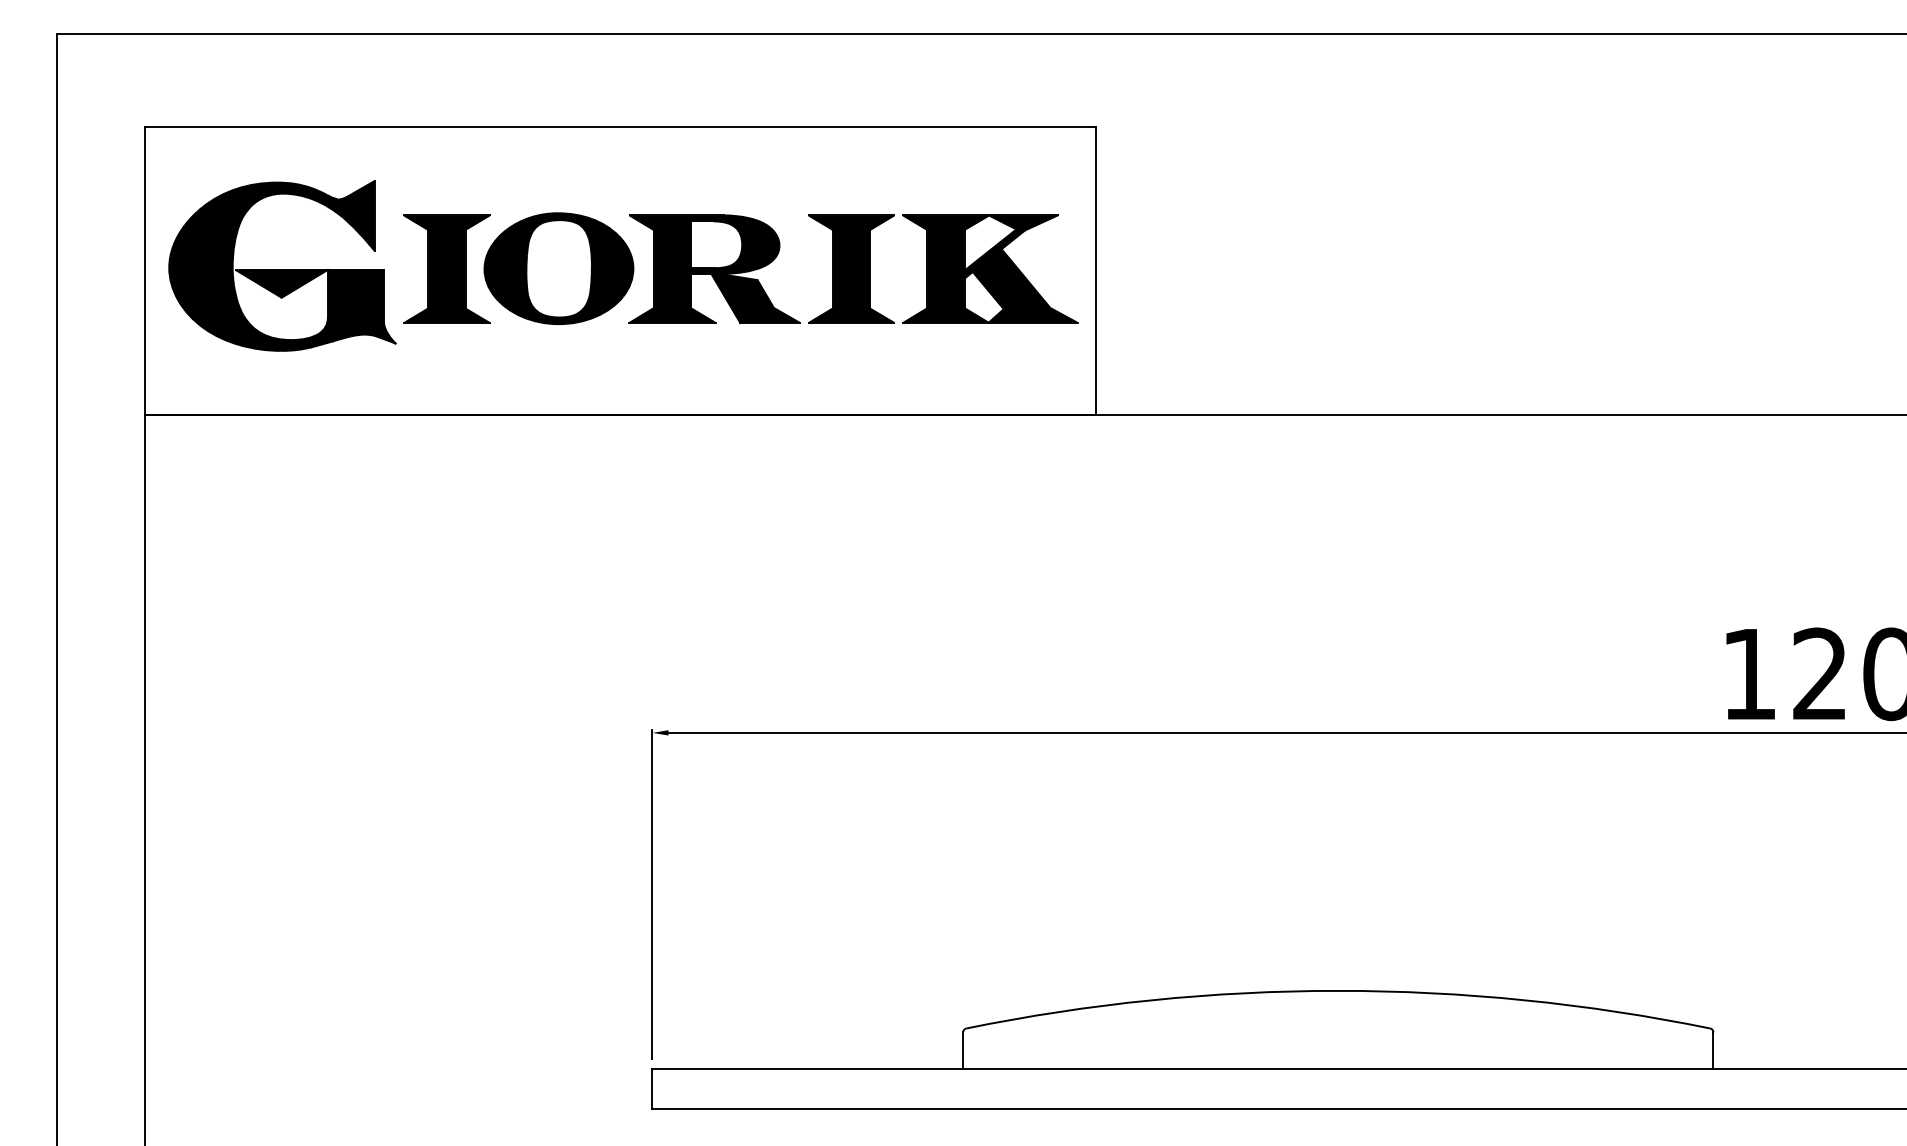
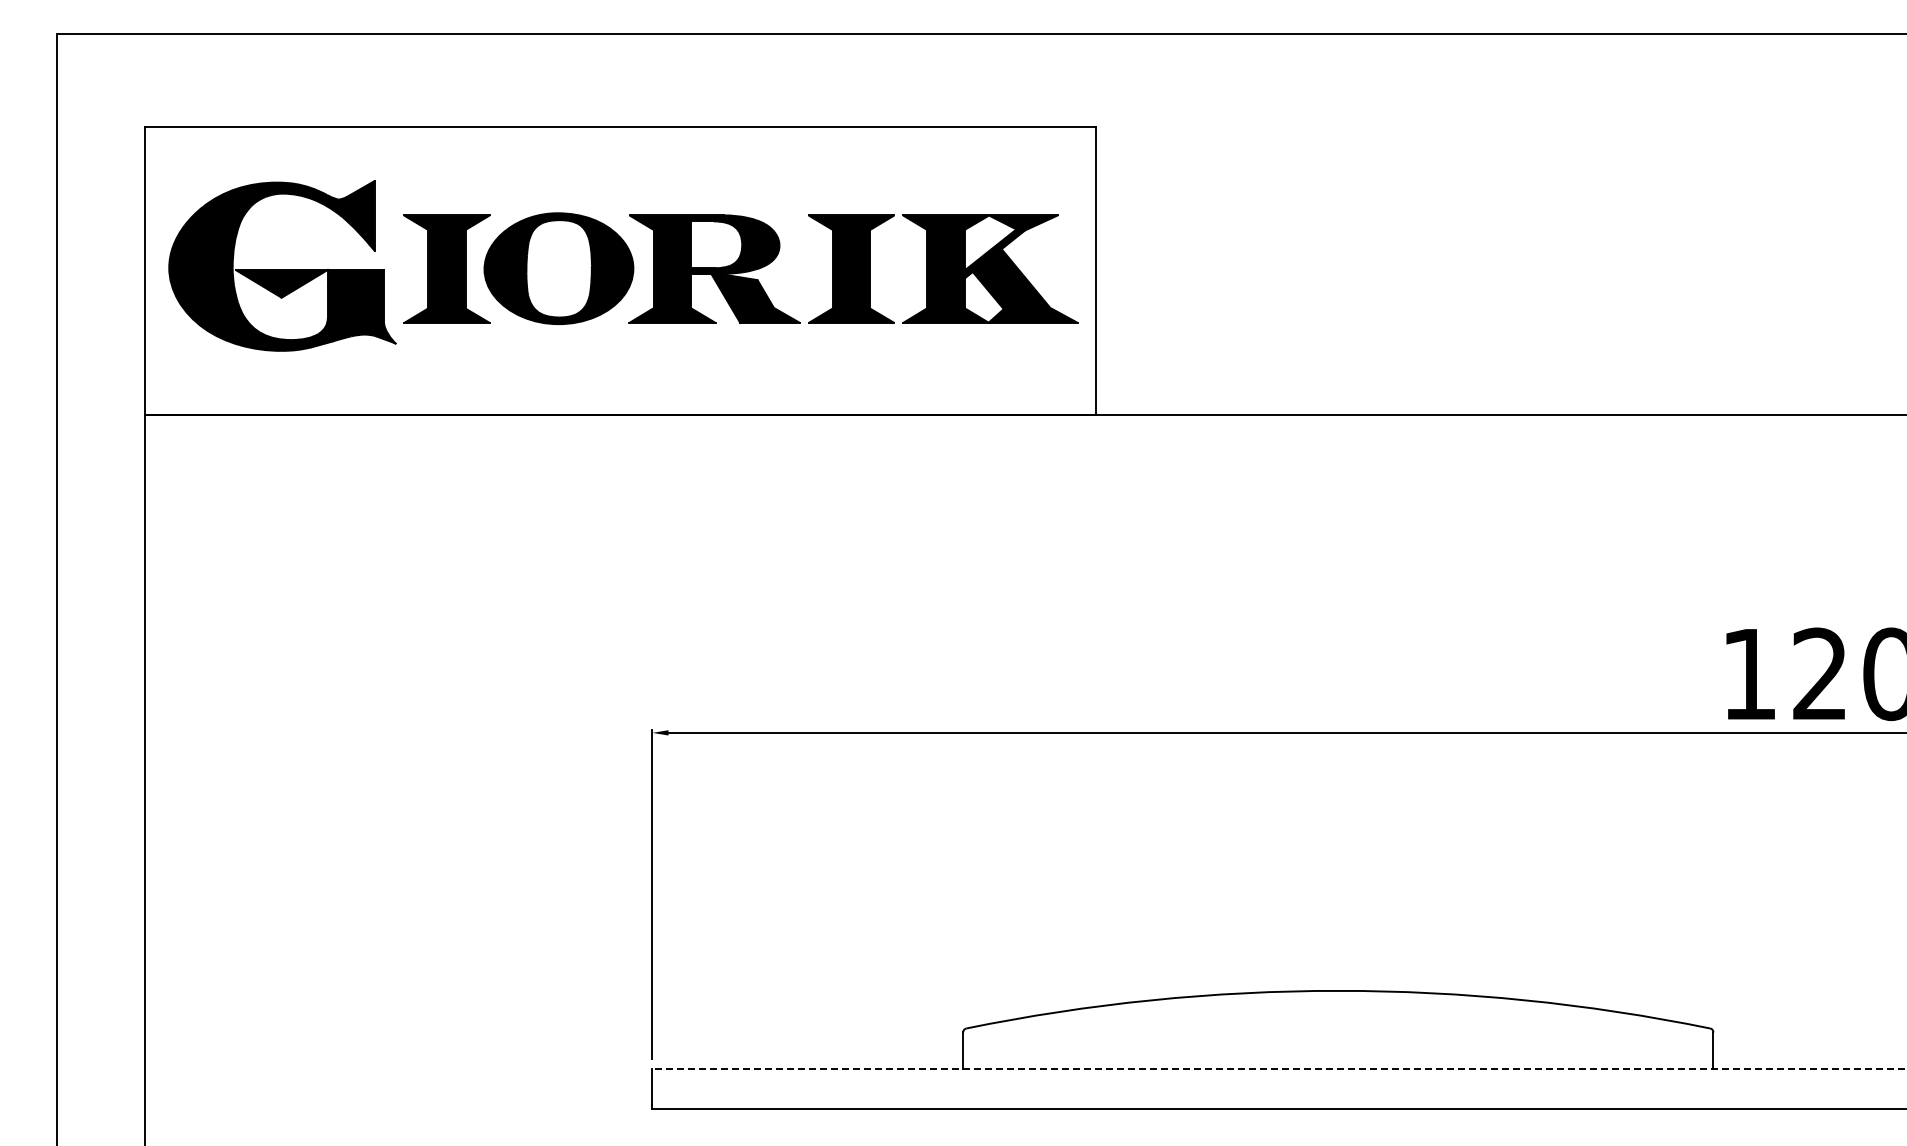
line at (1279, 1069): solid -> dashed
